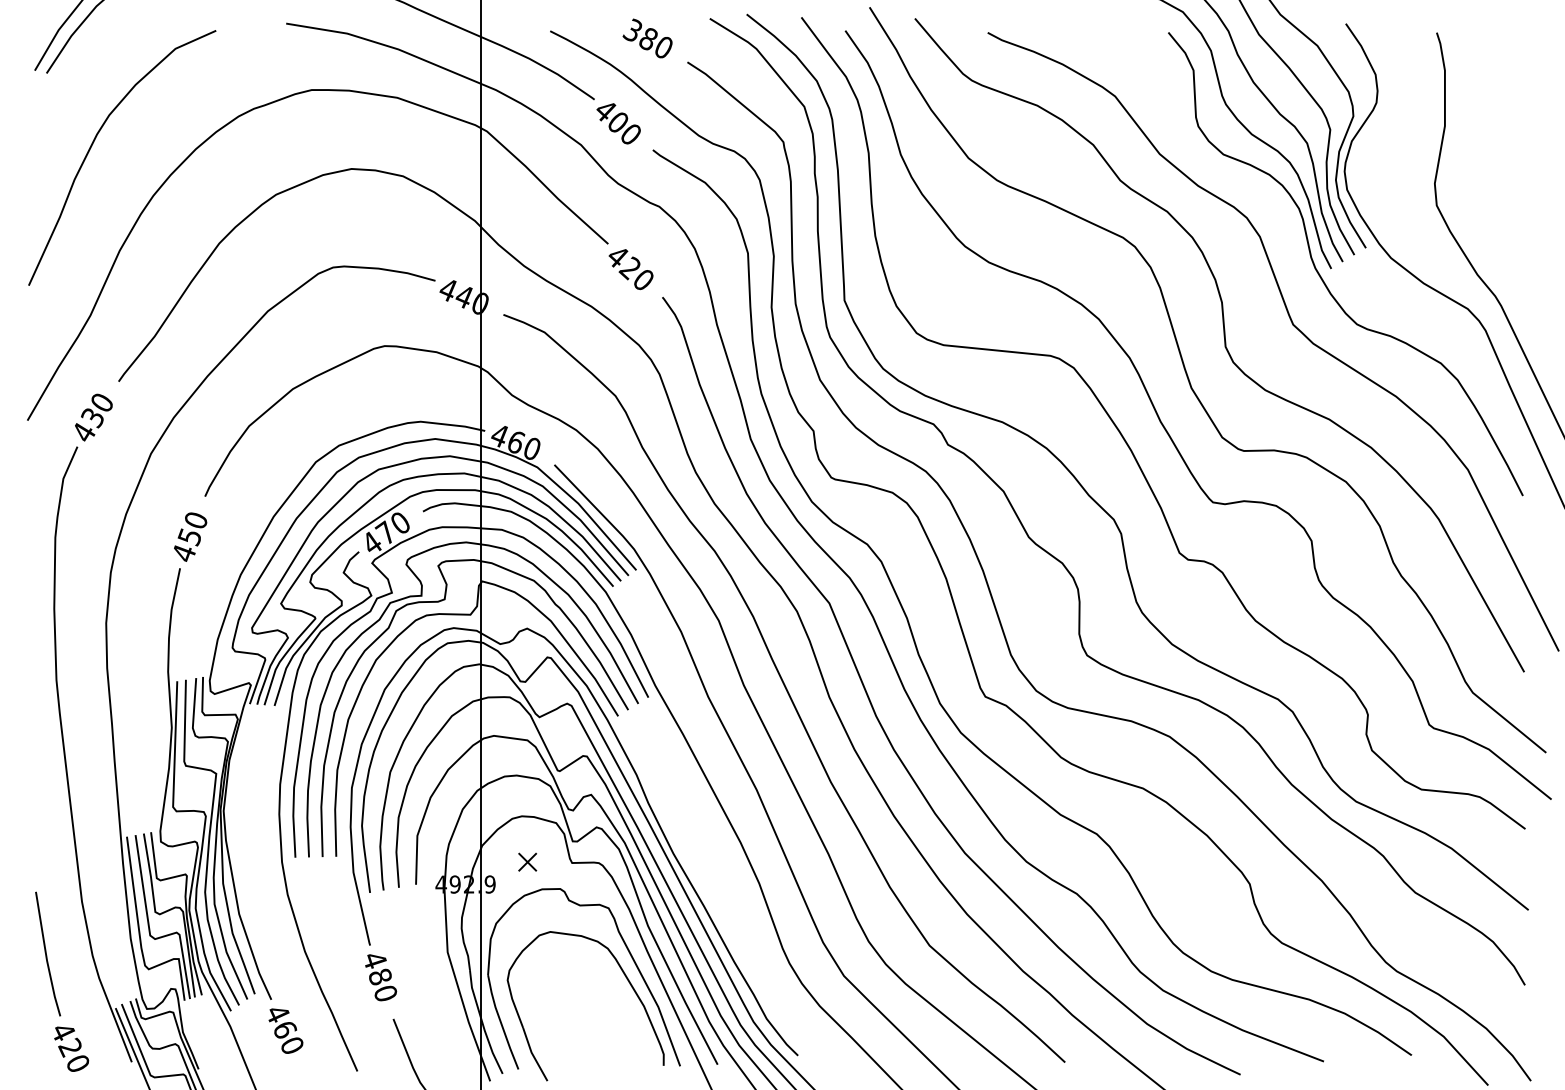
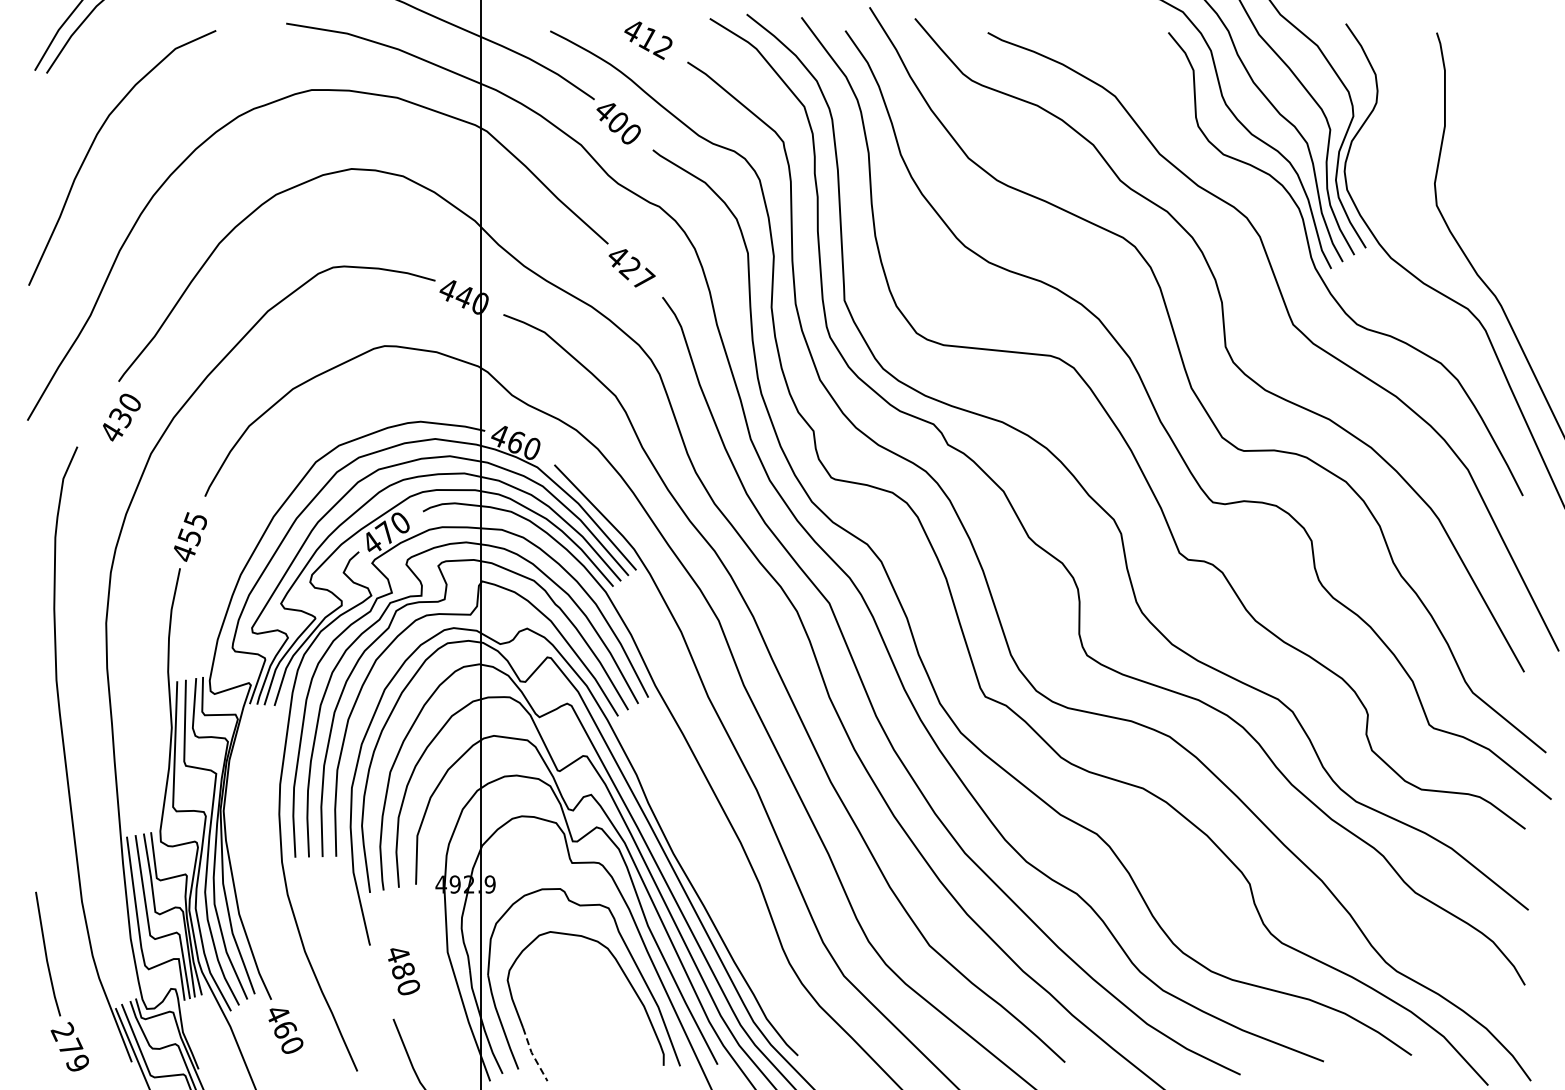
text at (647, 38): 380 -> 412
text at (644, 278): 420 -> 427
text at (93, 417) position: (93, 417) -> (121, 417)
text at (195, 521): 450 -> 455
part at (527, 861): present -> none
text at (381, 977) position: (381, 977) -> (404, 971)
text at (69, 1046): 420 -> 279
line at (533, 1055): solid -> dashed
